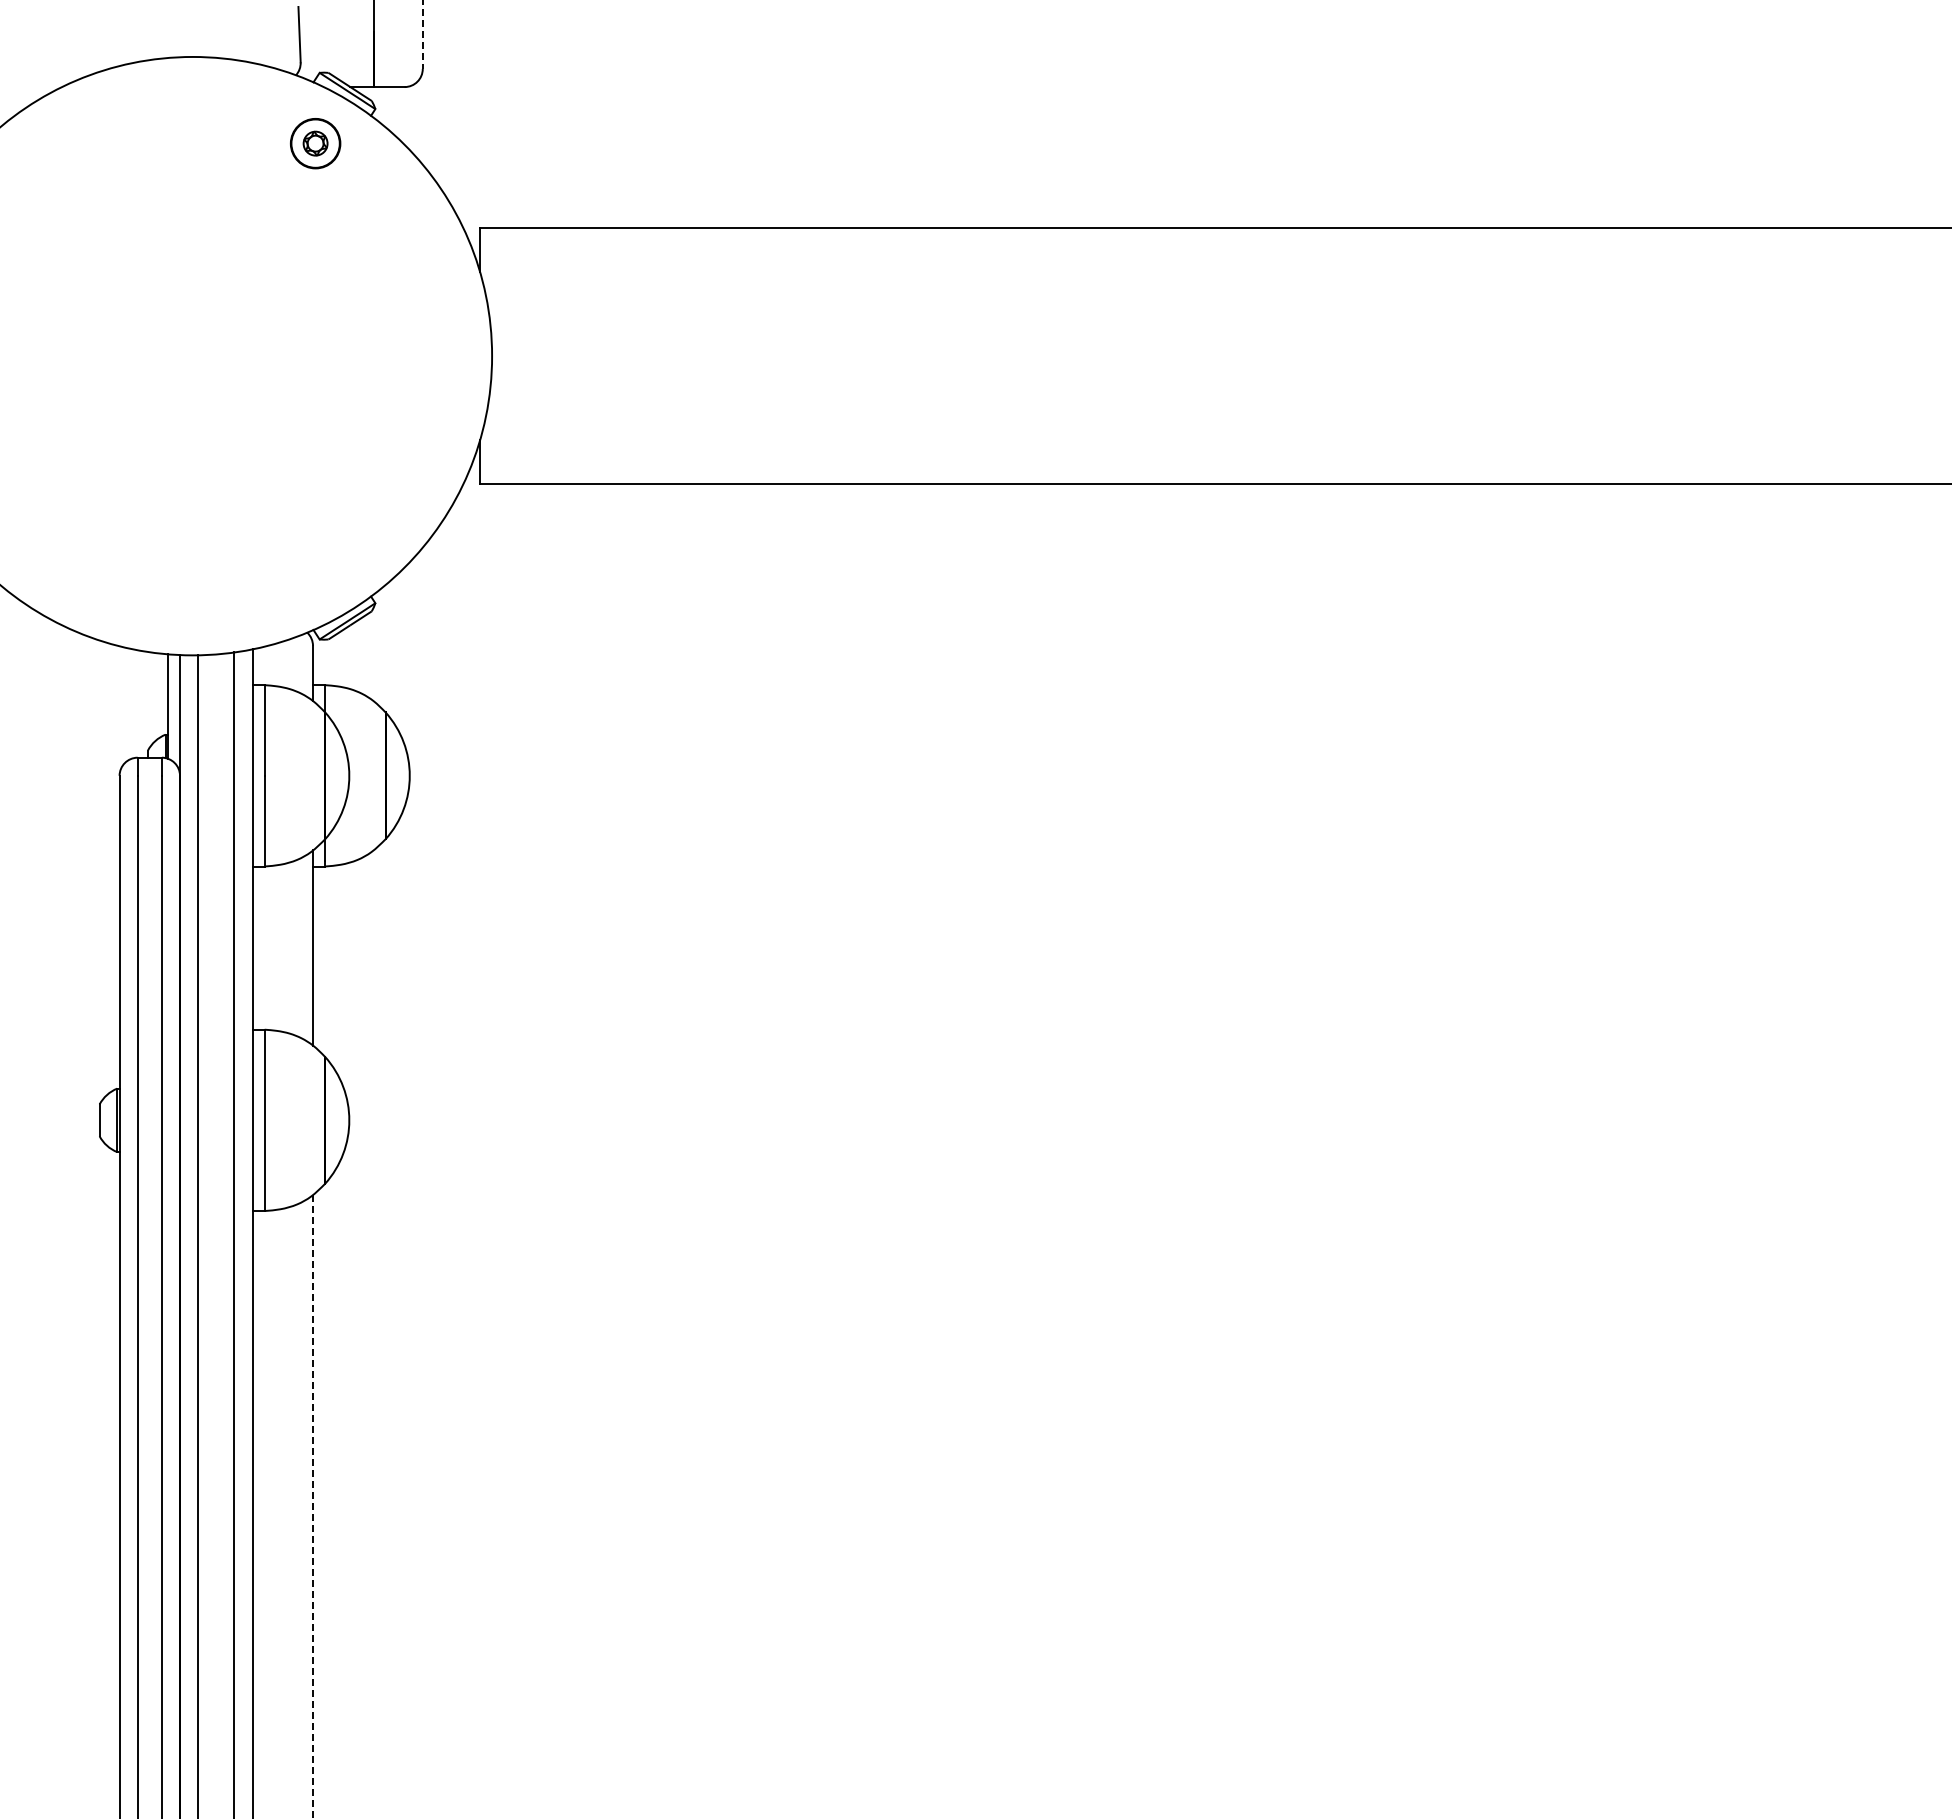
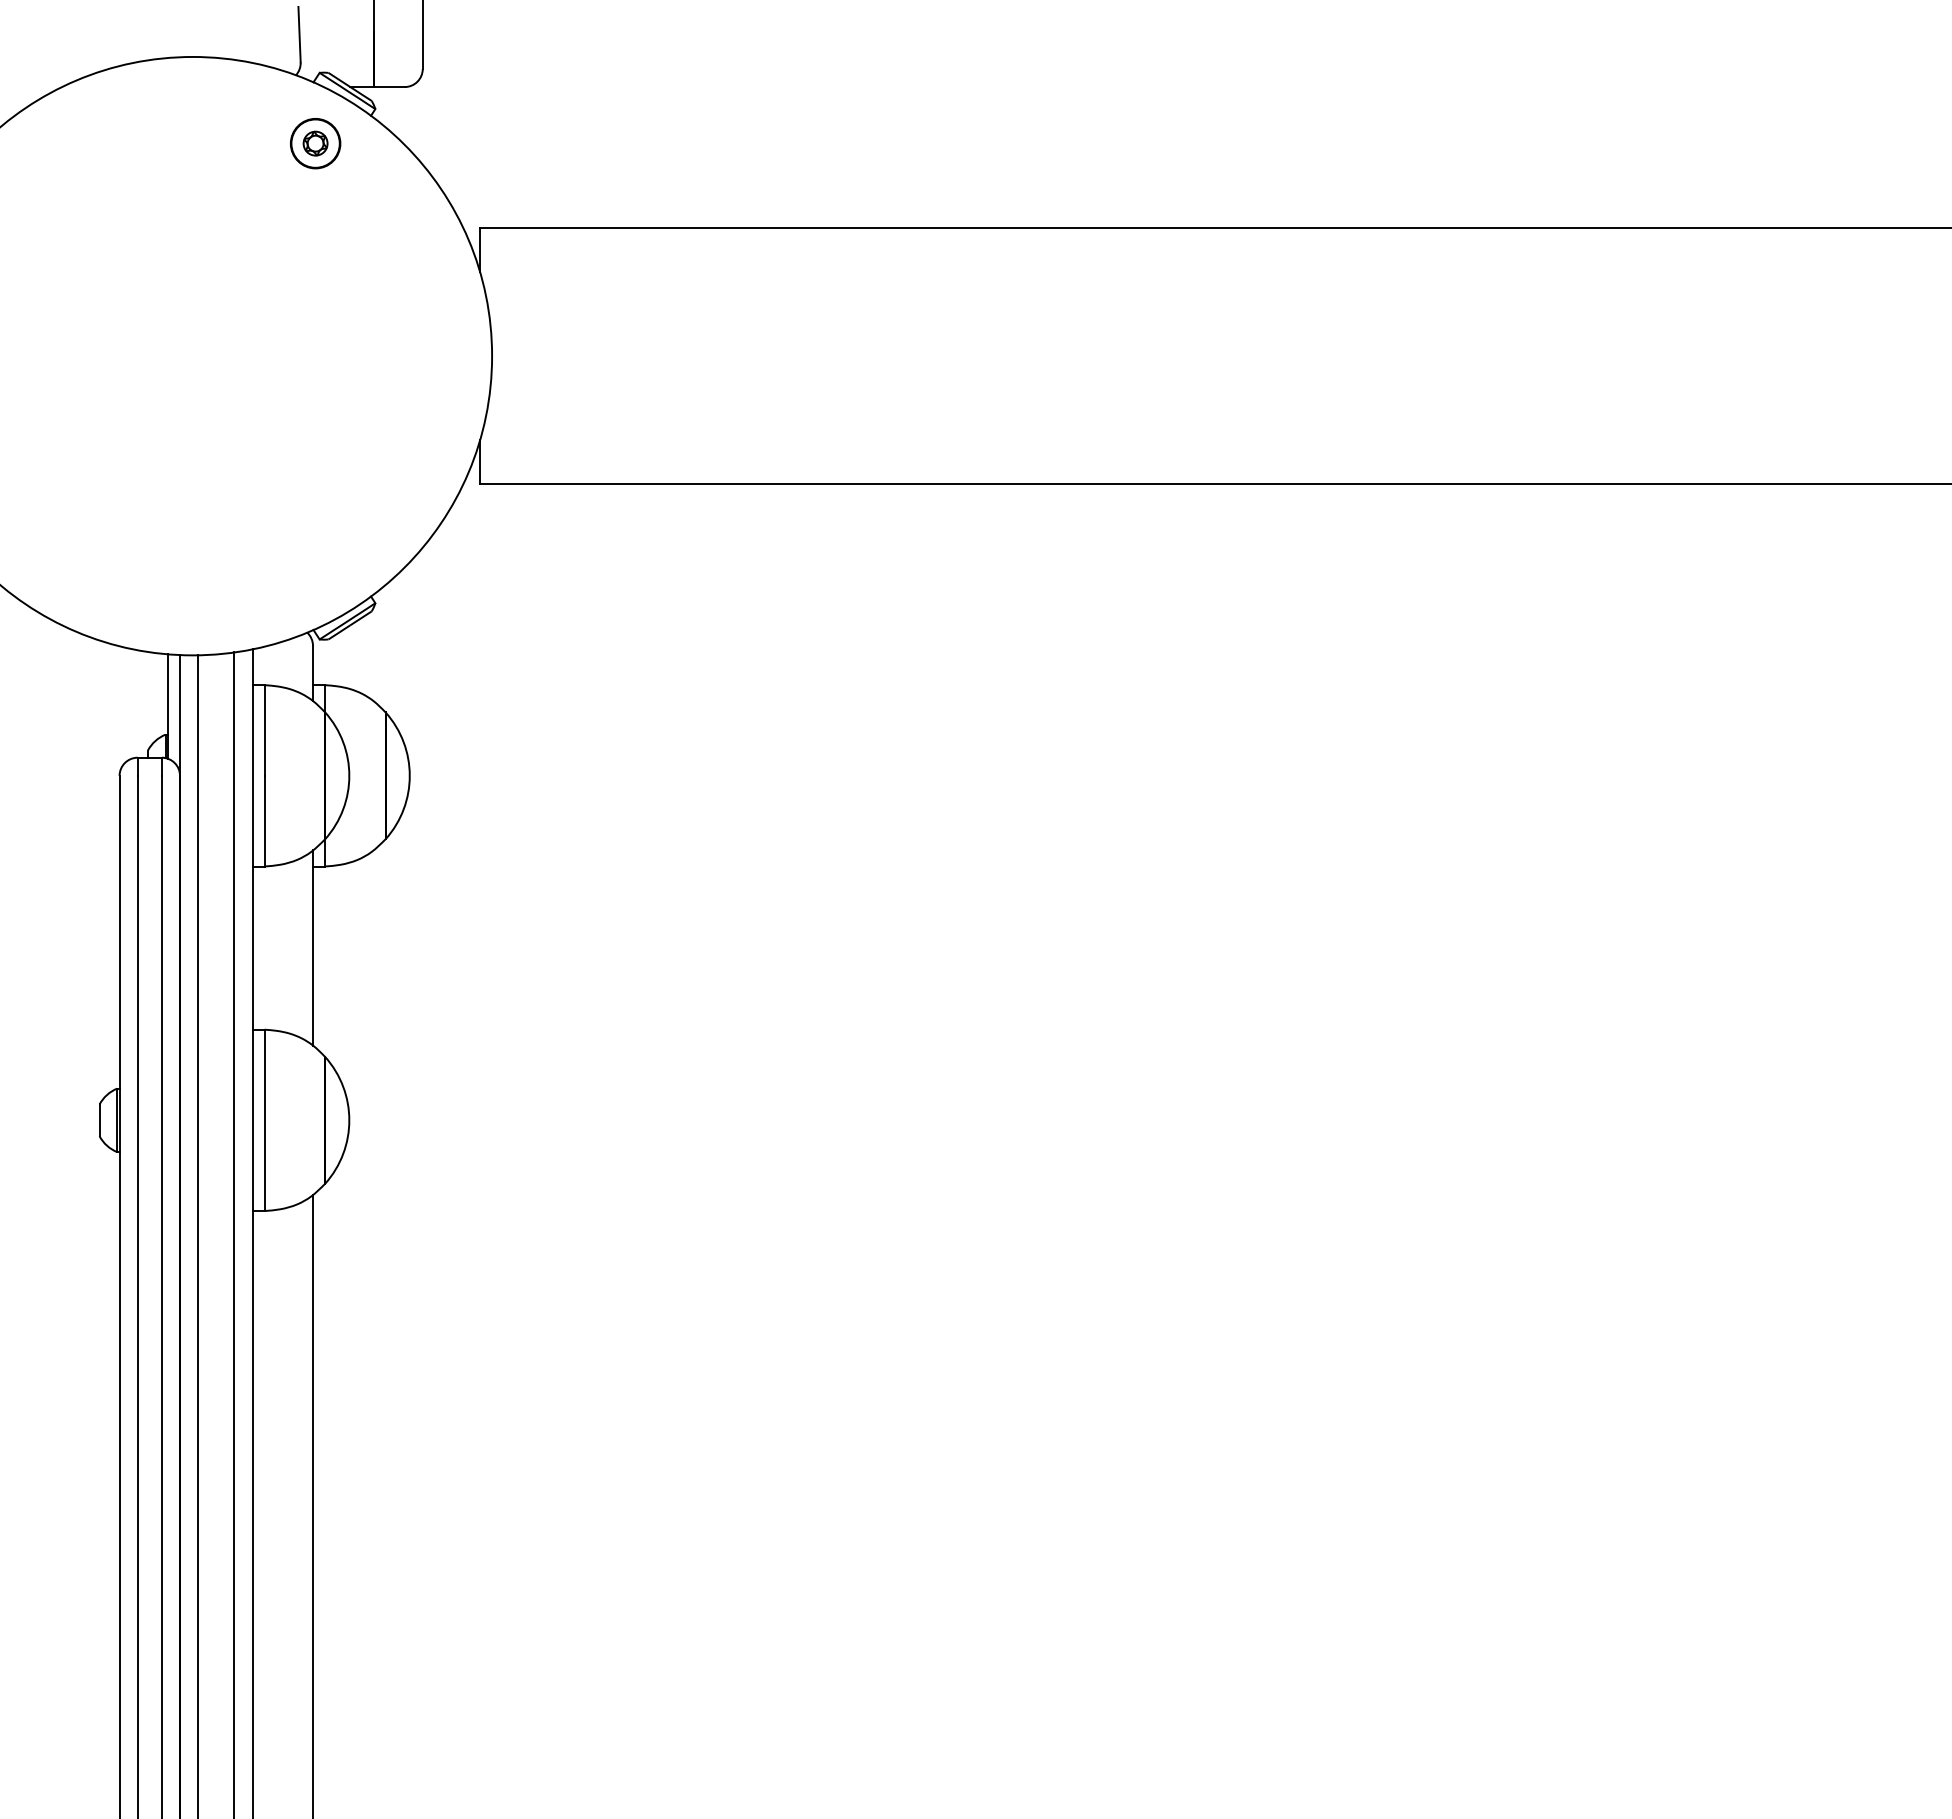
line at (422, 35): dashed -> solid
line at (313, 1506): dashed -> solid
